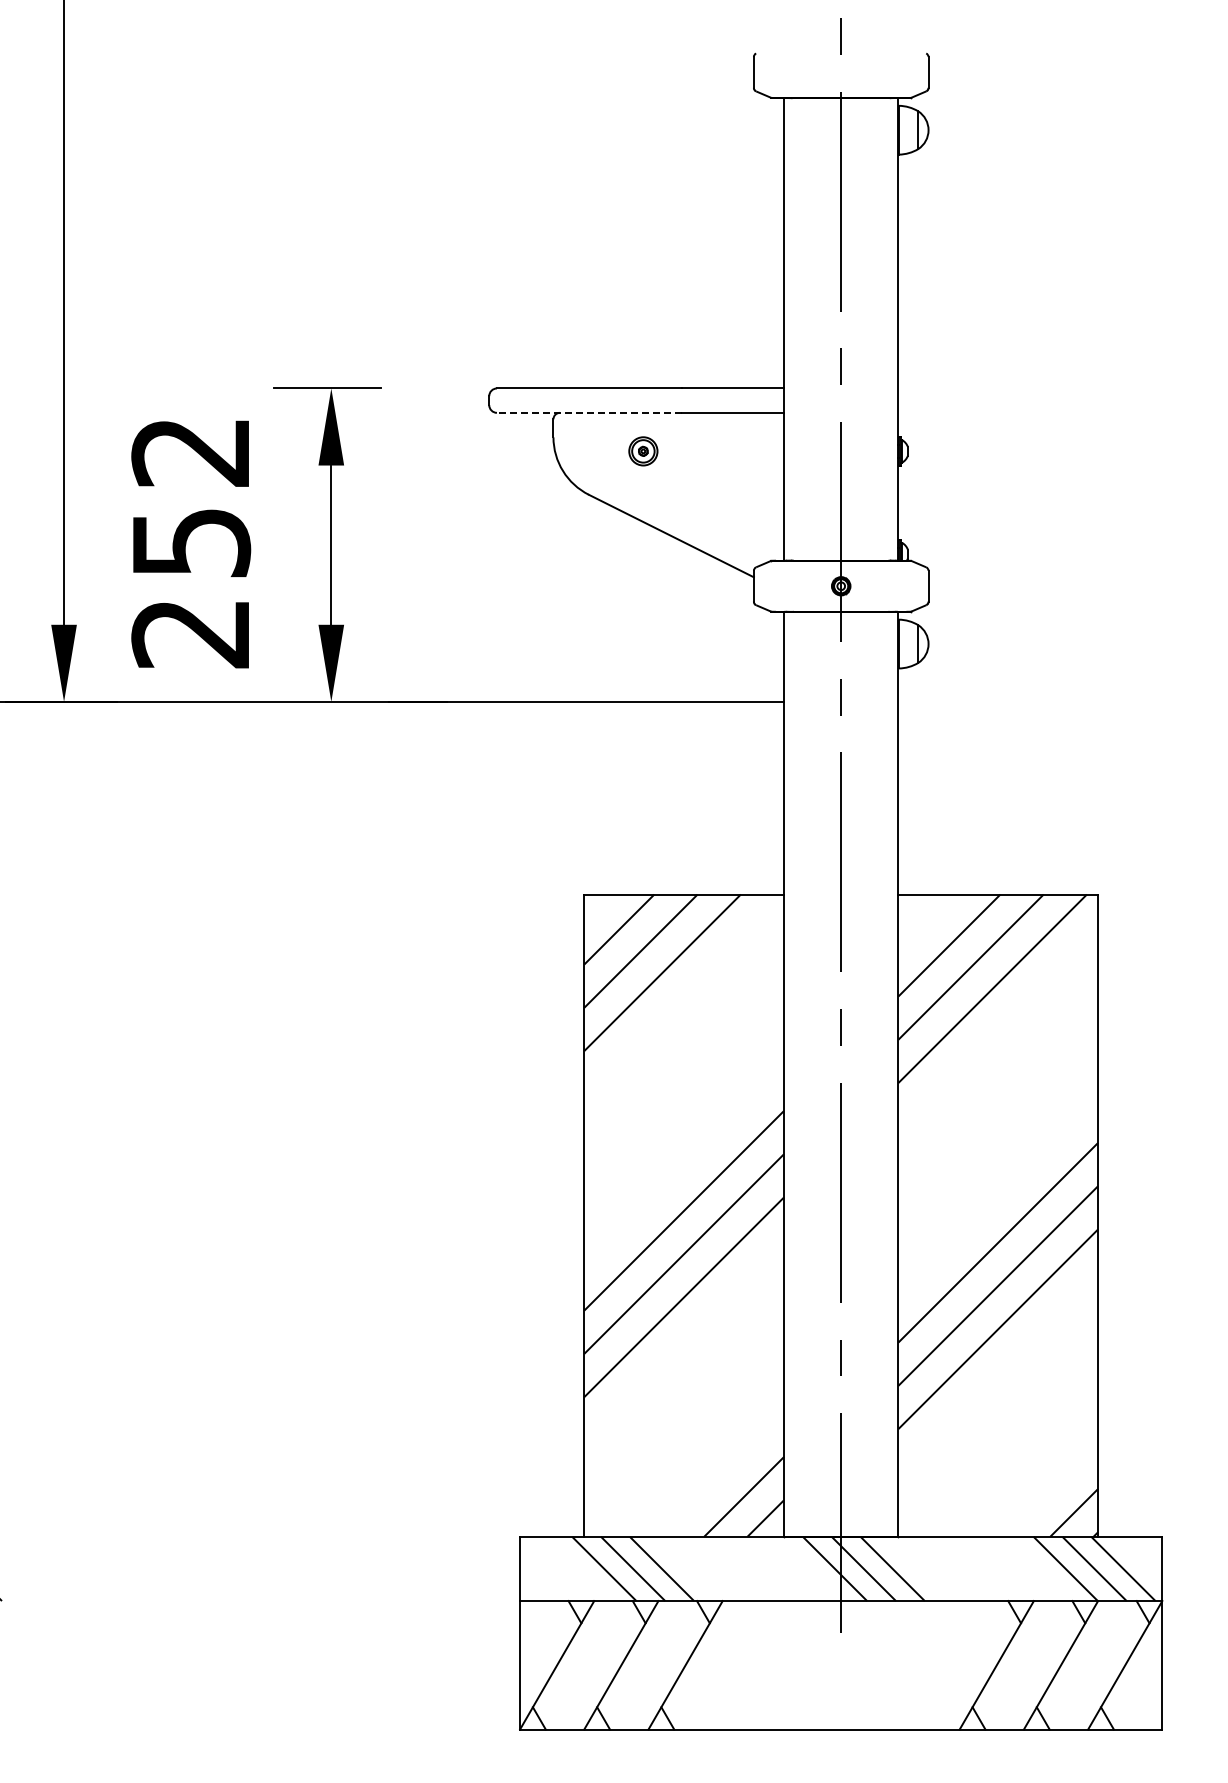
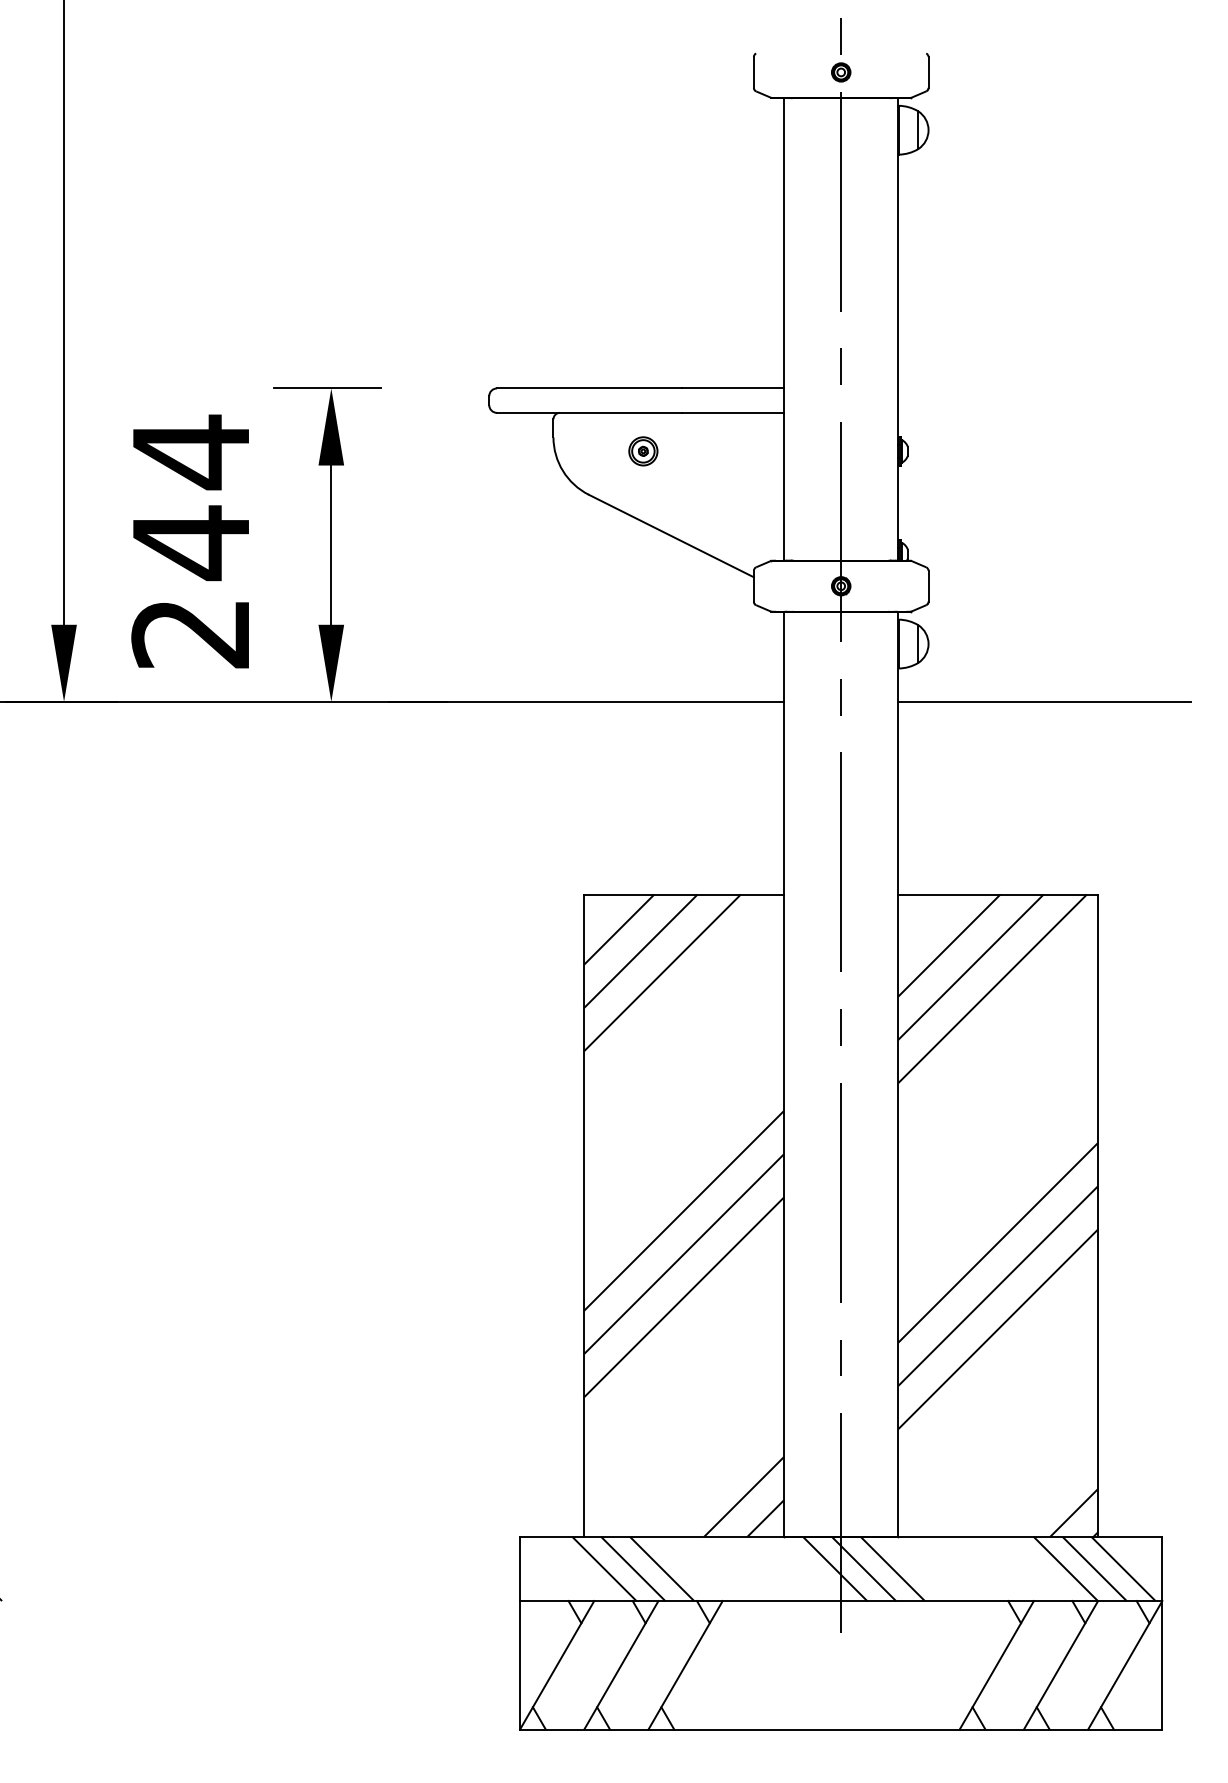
part at (841, 72): none -> present
line at (588, 412): dashed -> solid
text at (191, 497): 252 -> 244
line at (1044, 701): none -> present
